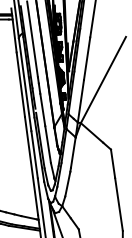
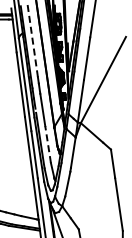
line at (32, 38): solid -> dashed
line at (48, 144): solid -> dashed
